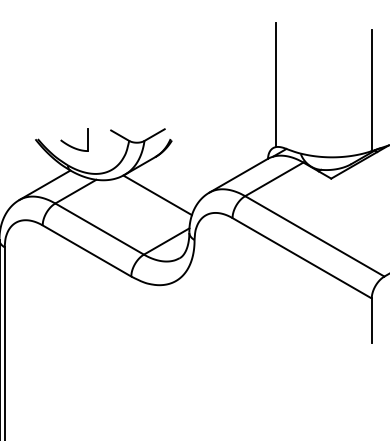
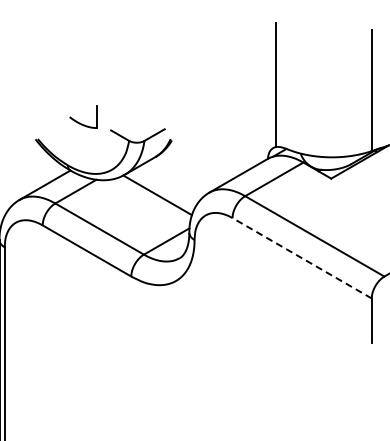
part at (71, 145) position: (71, 145) -> (80, 122)
line at (301, 258): solid -> dashed
